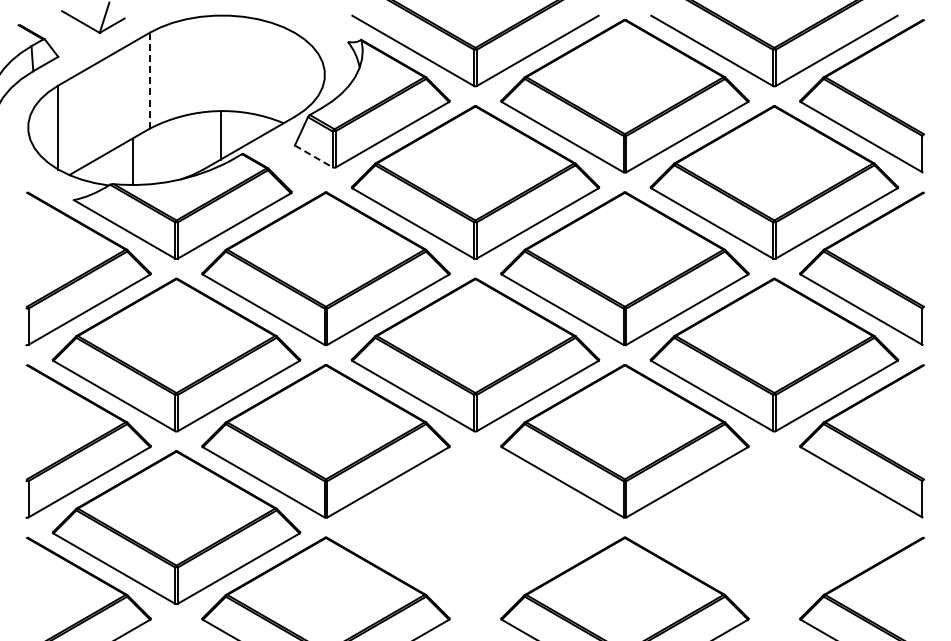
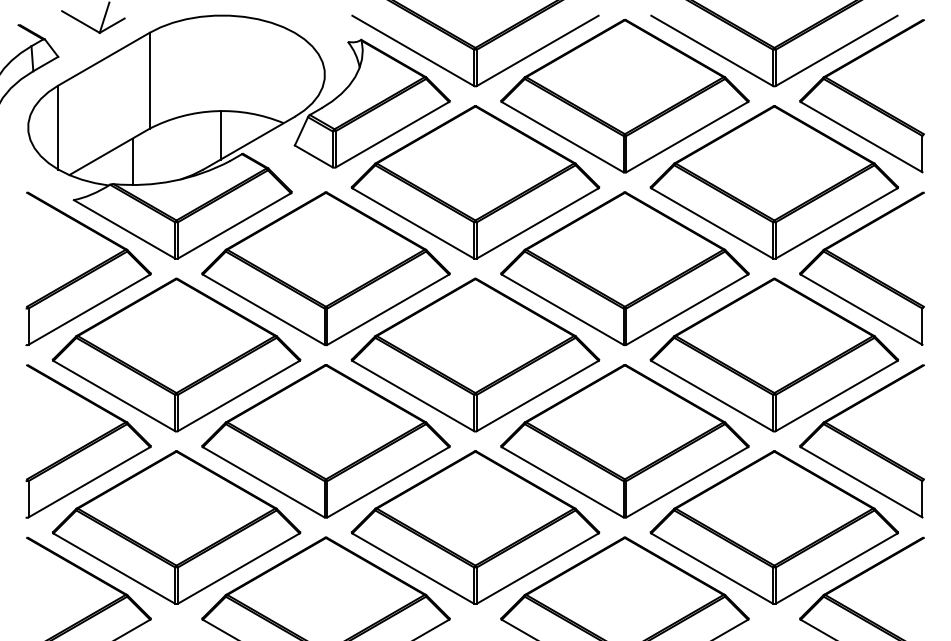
line at (149, 80): dashed -> solid
line at (313, 156): dashed -> solid
part at (475, 527): none -> present
part at (774, 527): none -> present
